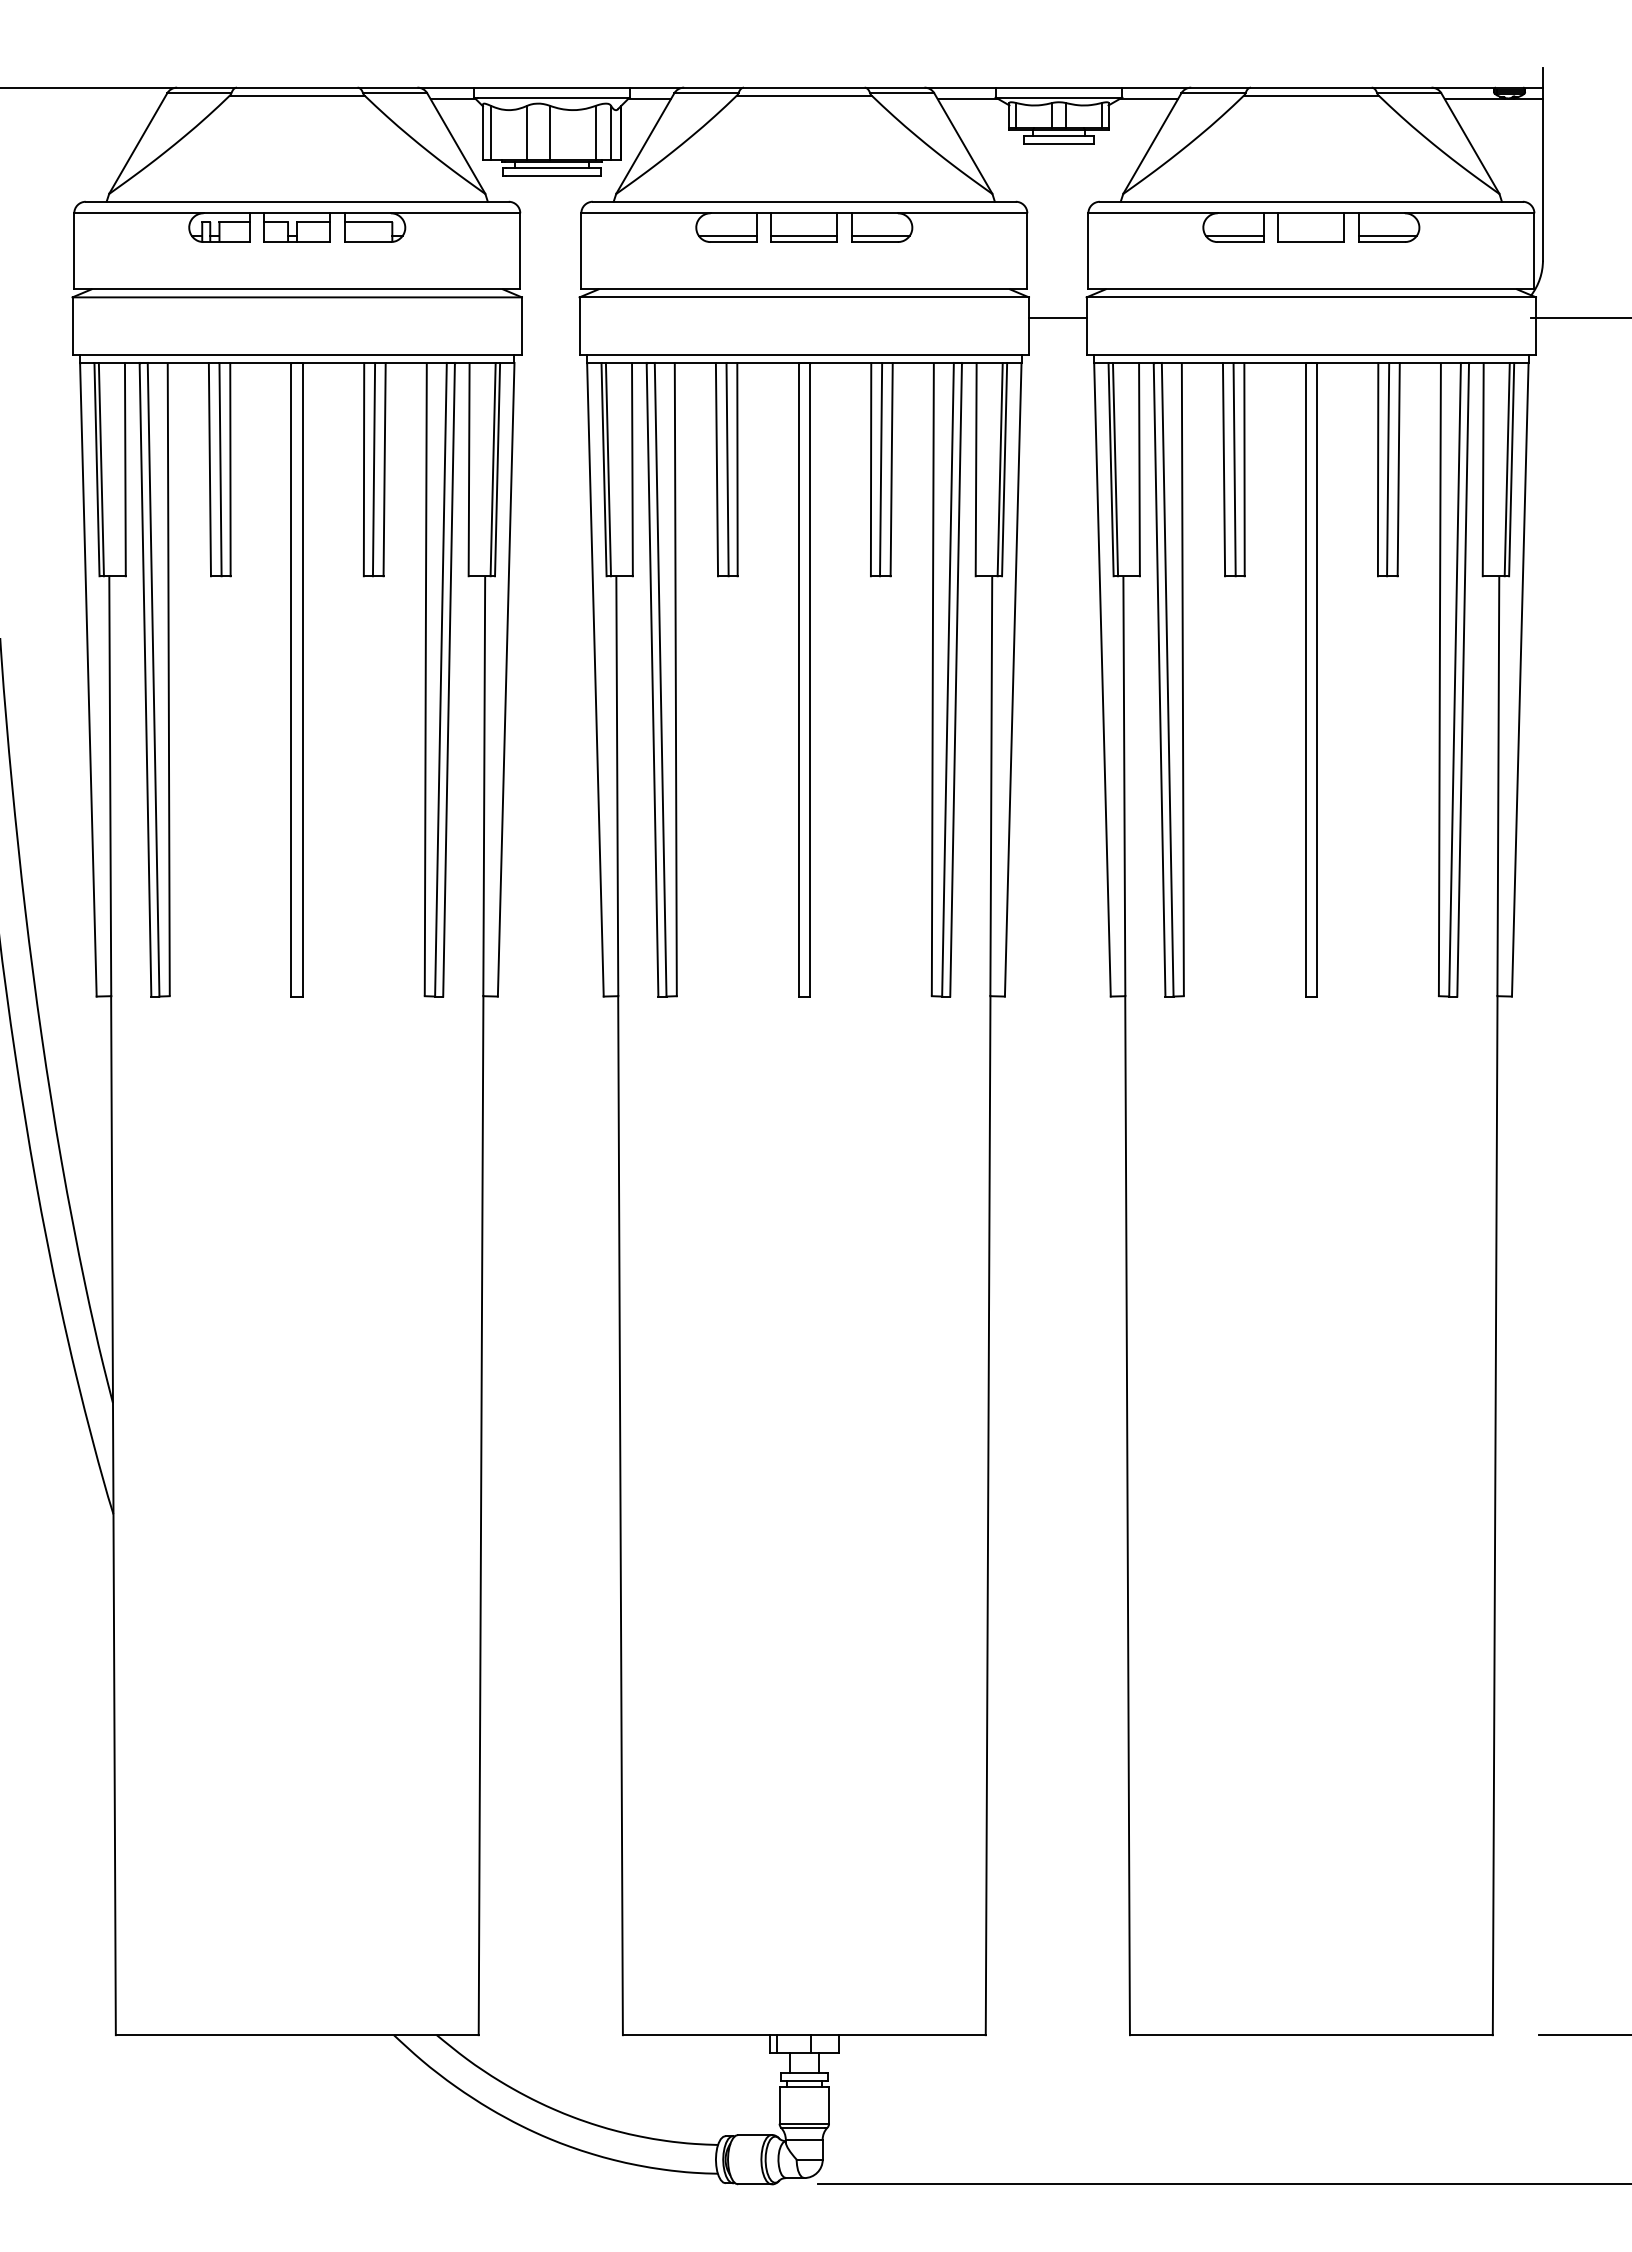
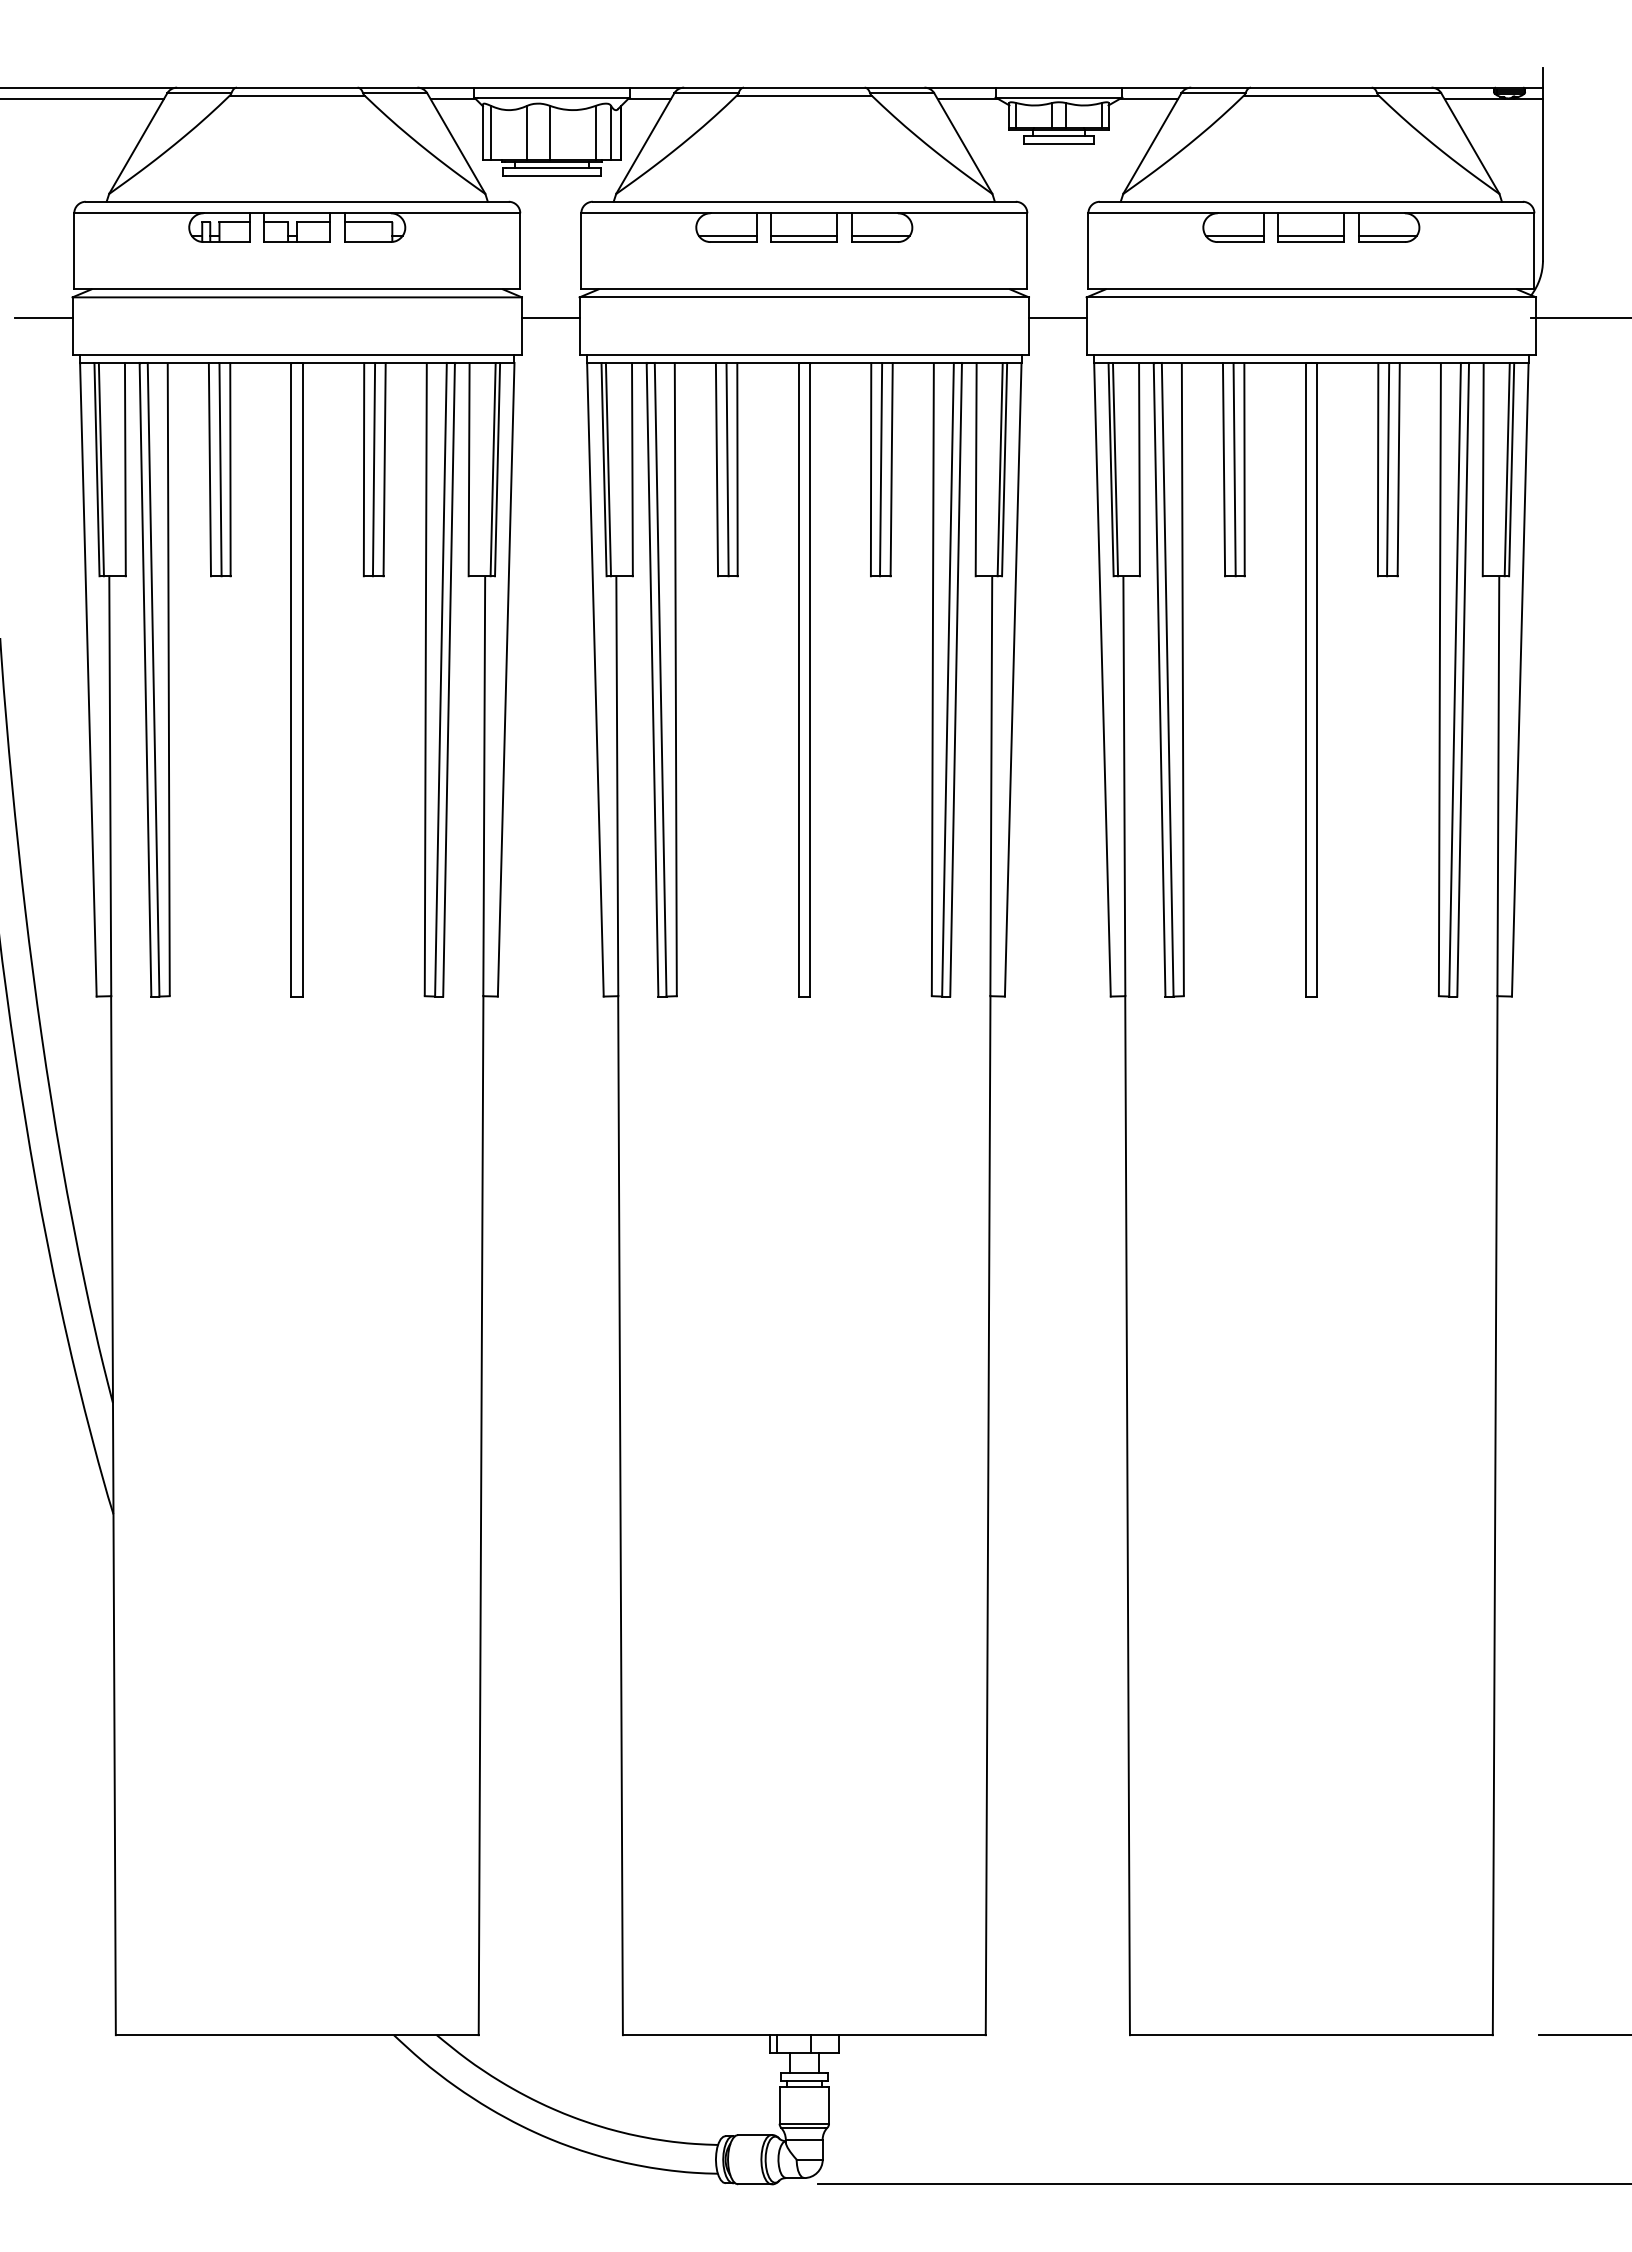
line at (82, 99): none -> present
line at (1311, 236): none -> present
line at (43, 318): none -> present
line at (550, 318): none -> present
